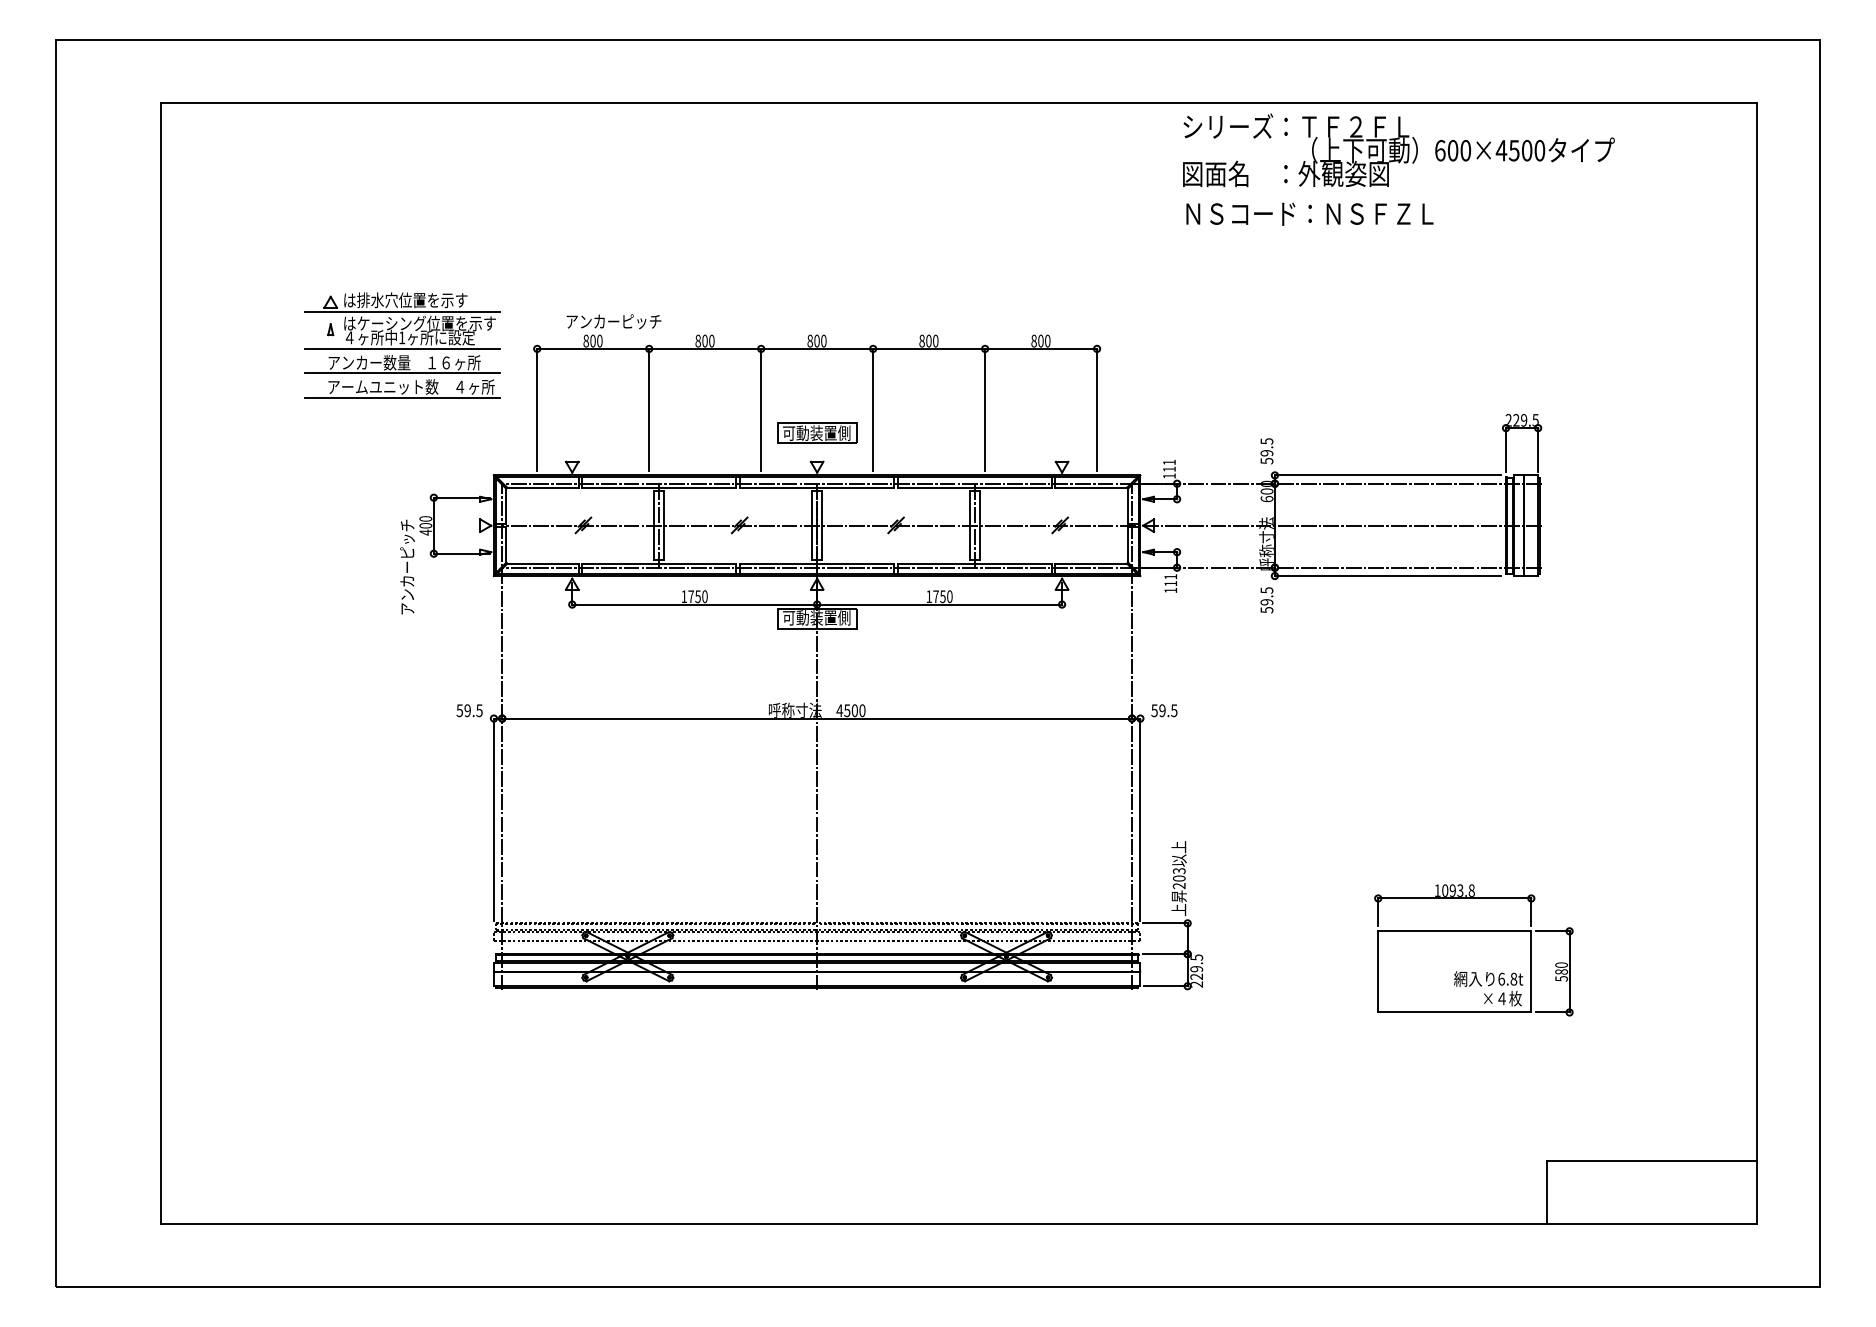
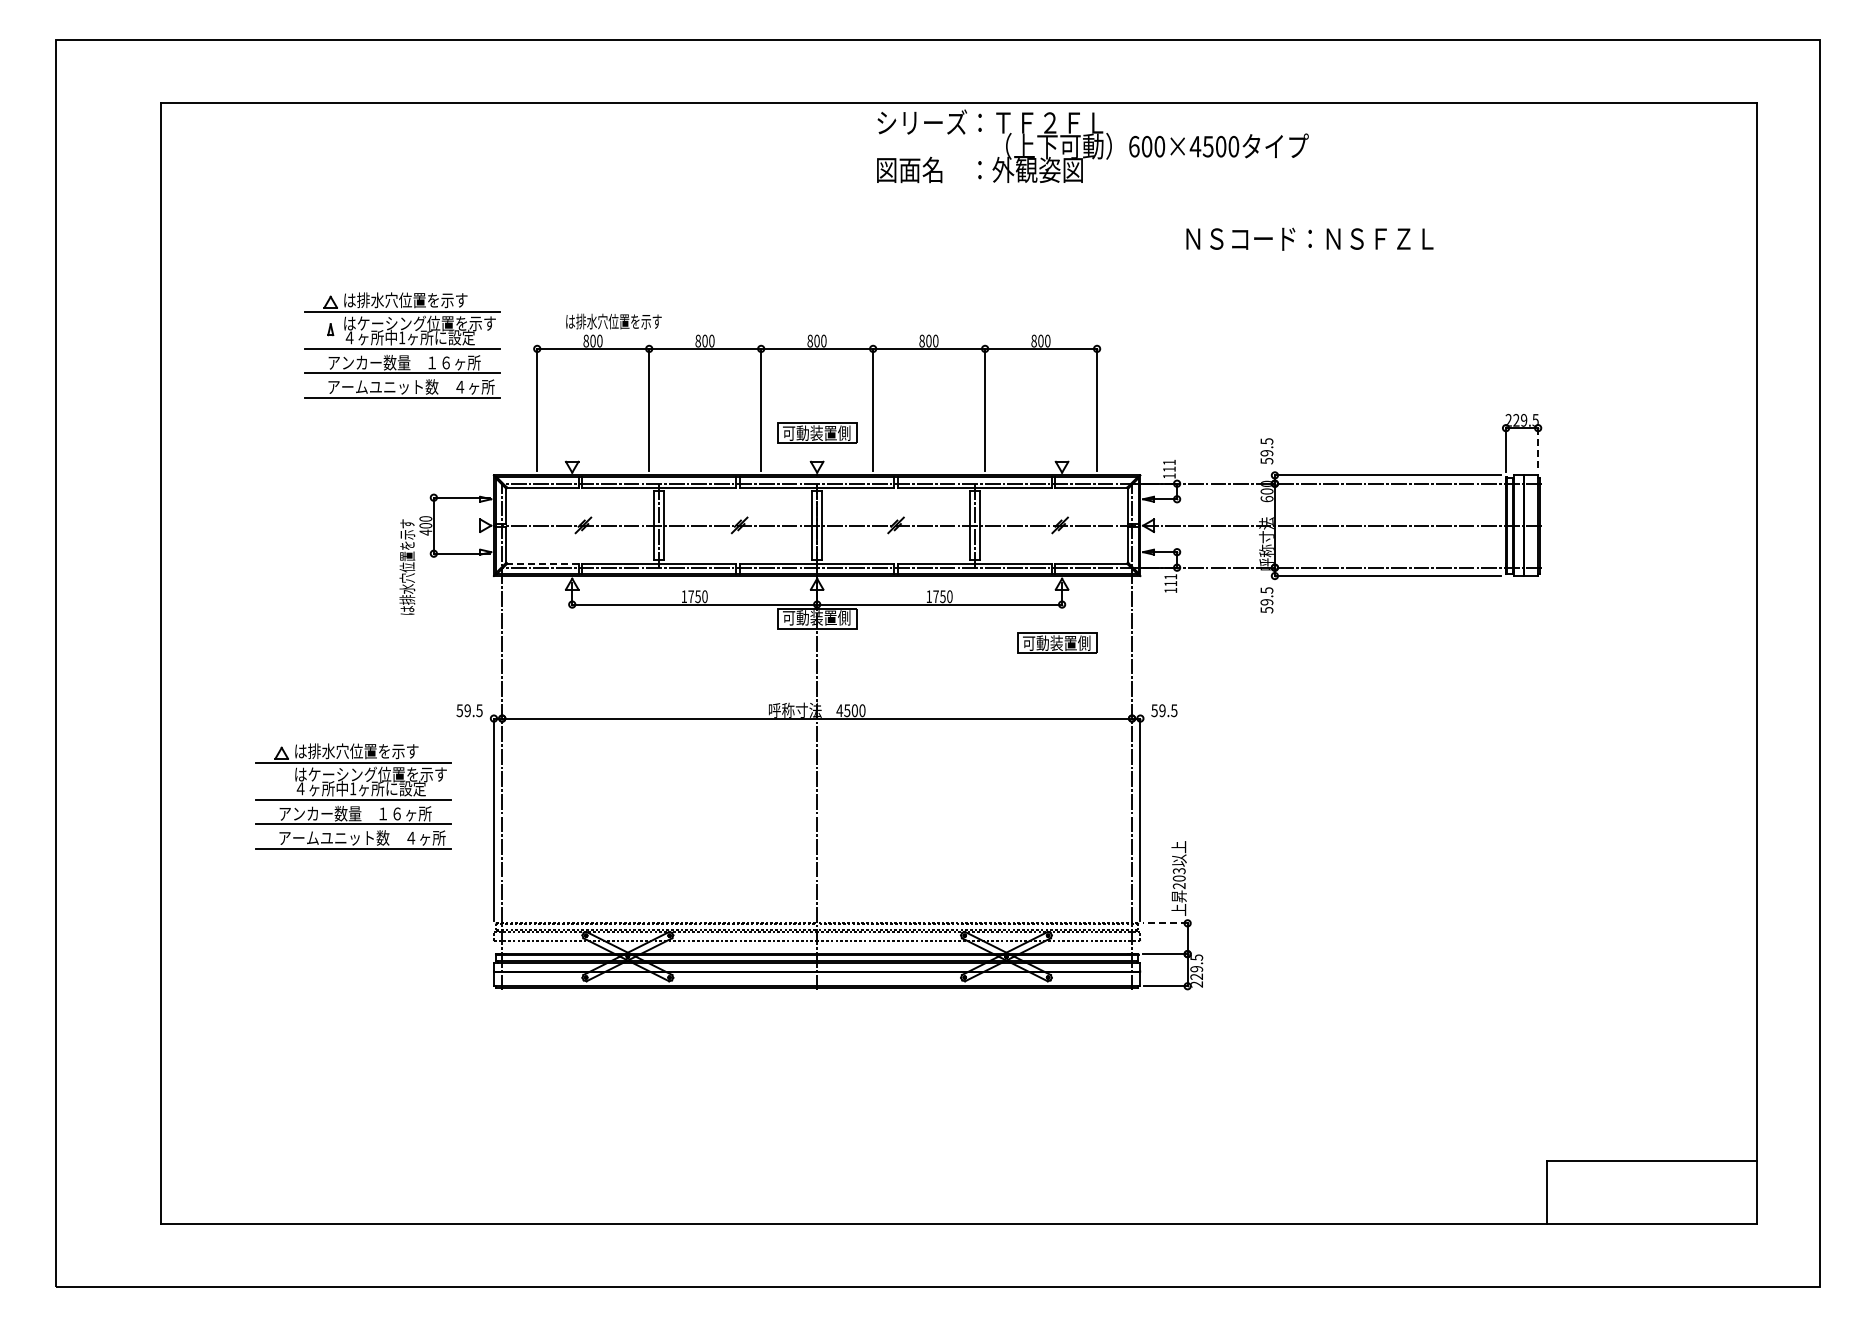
text at (1398, 150) position: (1398, 150) -> (1092, 146)
text at (1309, 213) position: (1309, 213) -> (1309, 238)
text at (613, 321): アンカーピッチ -> は排水穴位置を示す
line at (1538, 450): solid -> dashed
line at (543, 563): solid -> dashed
text at (407, 566): アンカーピッチ -> は排水穴位置を示す
part at (1057, 642): none -> present
part at (353, 796): none -> present
line at (1165, 923): solid -> dashed
part at (1473, 950): present -> none
